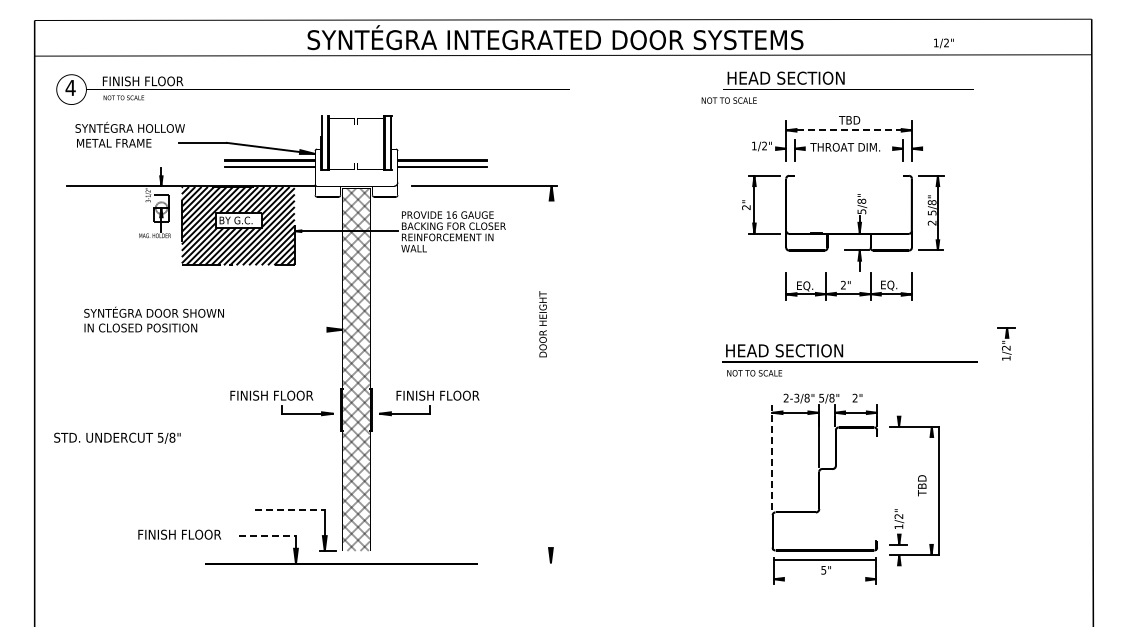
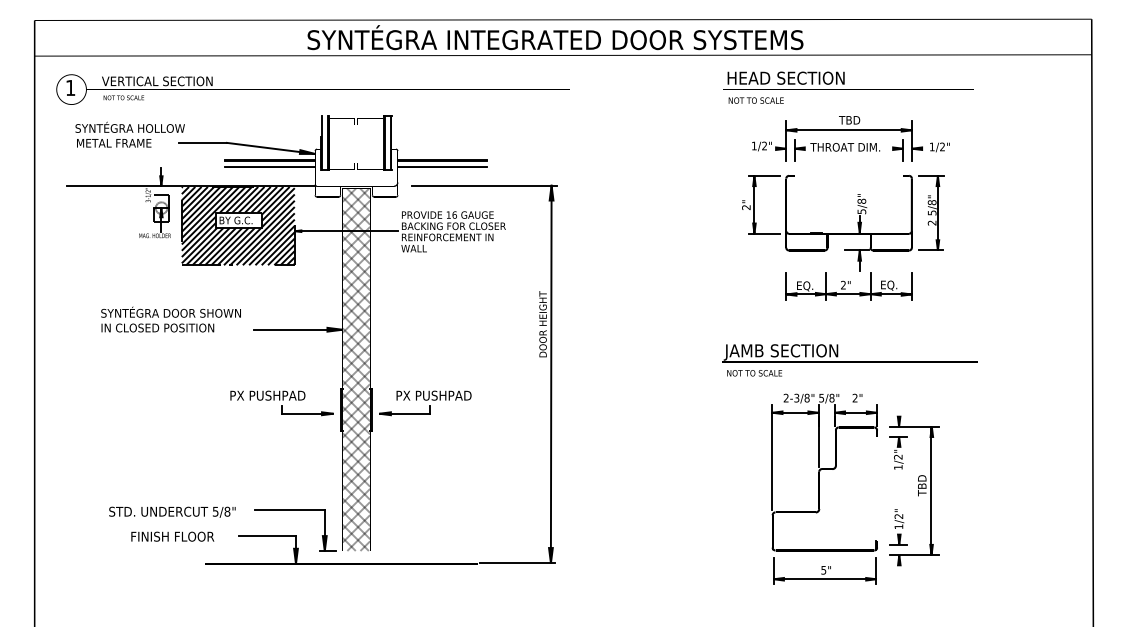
text at (943, 43) position: (943, 43) -> (939, 147)
text at (157, 81): FINISH FLOOR -> VERTICAL SECTION
text at (70, 87): 4 -> 1
text at (728, 100) position: (728, 100) -> (755, 100)
line at (849, 130): dashed -> solid
text at (153, 319) position: (153, 319) -> (170, 319)
line at (290, 329): none -> present
part at (1006, 343) position: (1006, 343) -> (898, 452)
text at (783, 352): HEAD SECTION -> JAMB SECTION
line at (550, 366): none -> present
text at (272, 395): FINISH FLOOR -> PX PUSHPAD
text at (438, 395): FINISH FLOOR -> PX PUSHPAD
text at (117, 437) position: (117, 437) -> (172, 511)
line at (772, 457): dashed -> solid
line at (939, 490) position: (939, 490) -> (931, 490)
line at (290, 510): dashed -> solid
text at (179, 534) position: (179, 534) -> (172, 536)
line at (267, 536): dashed -> solid
line at (824, 560) position: (824, 560) -> (824, 579)
line at (517, 563): none -> present
